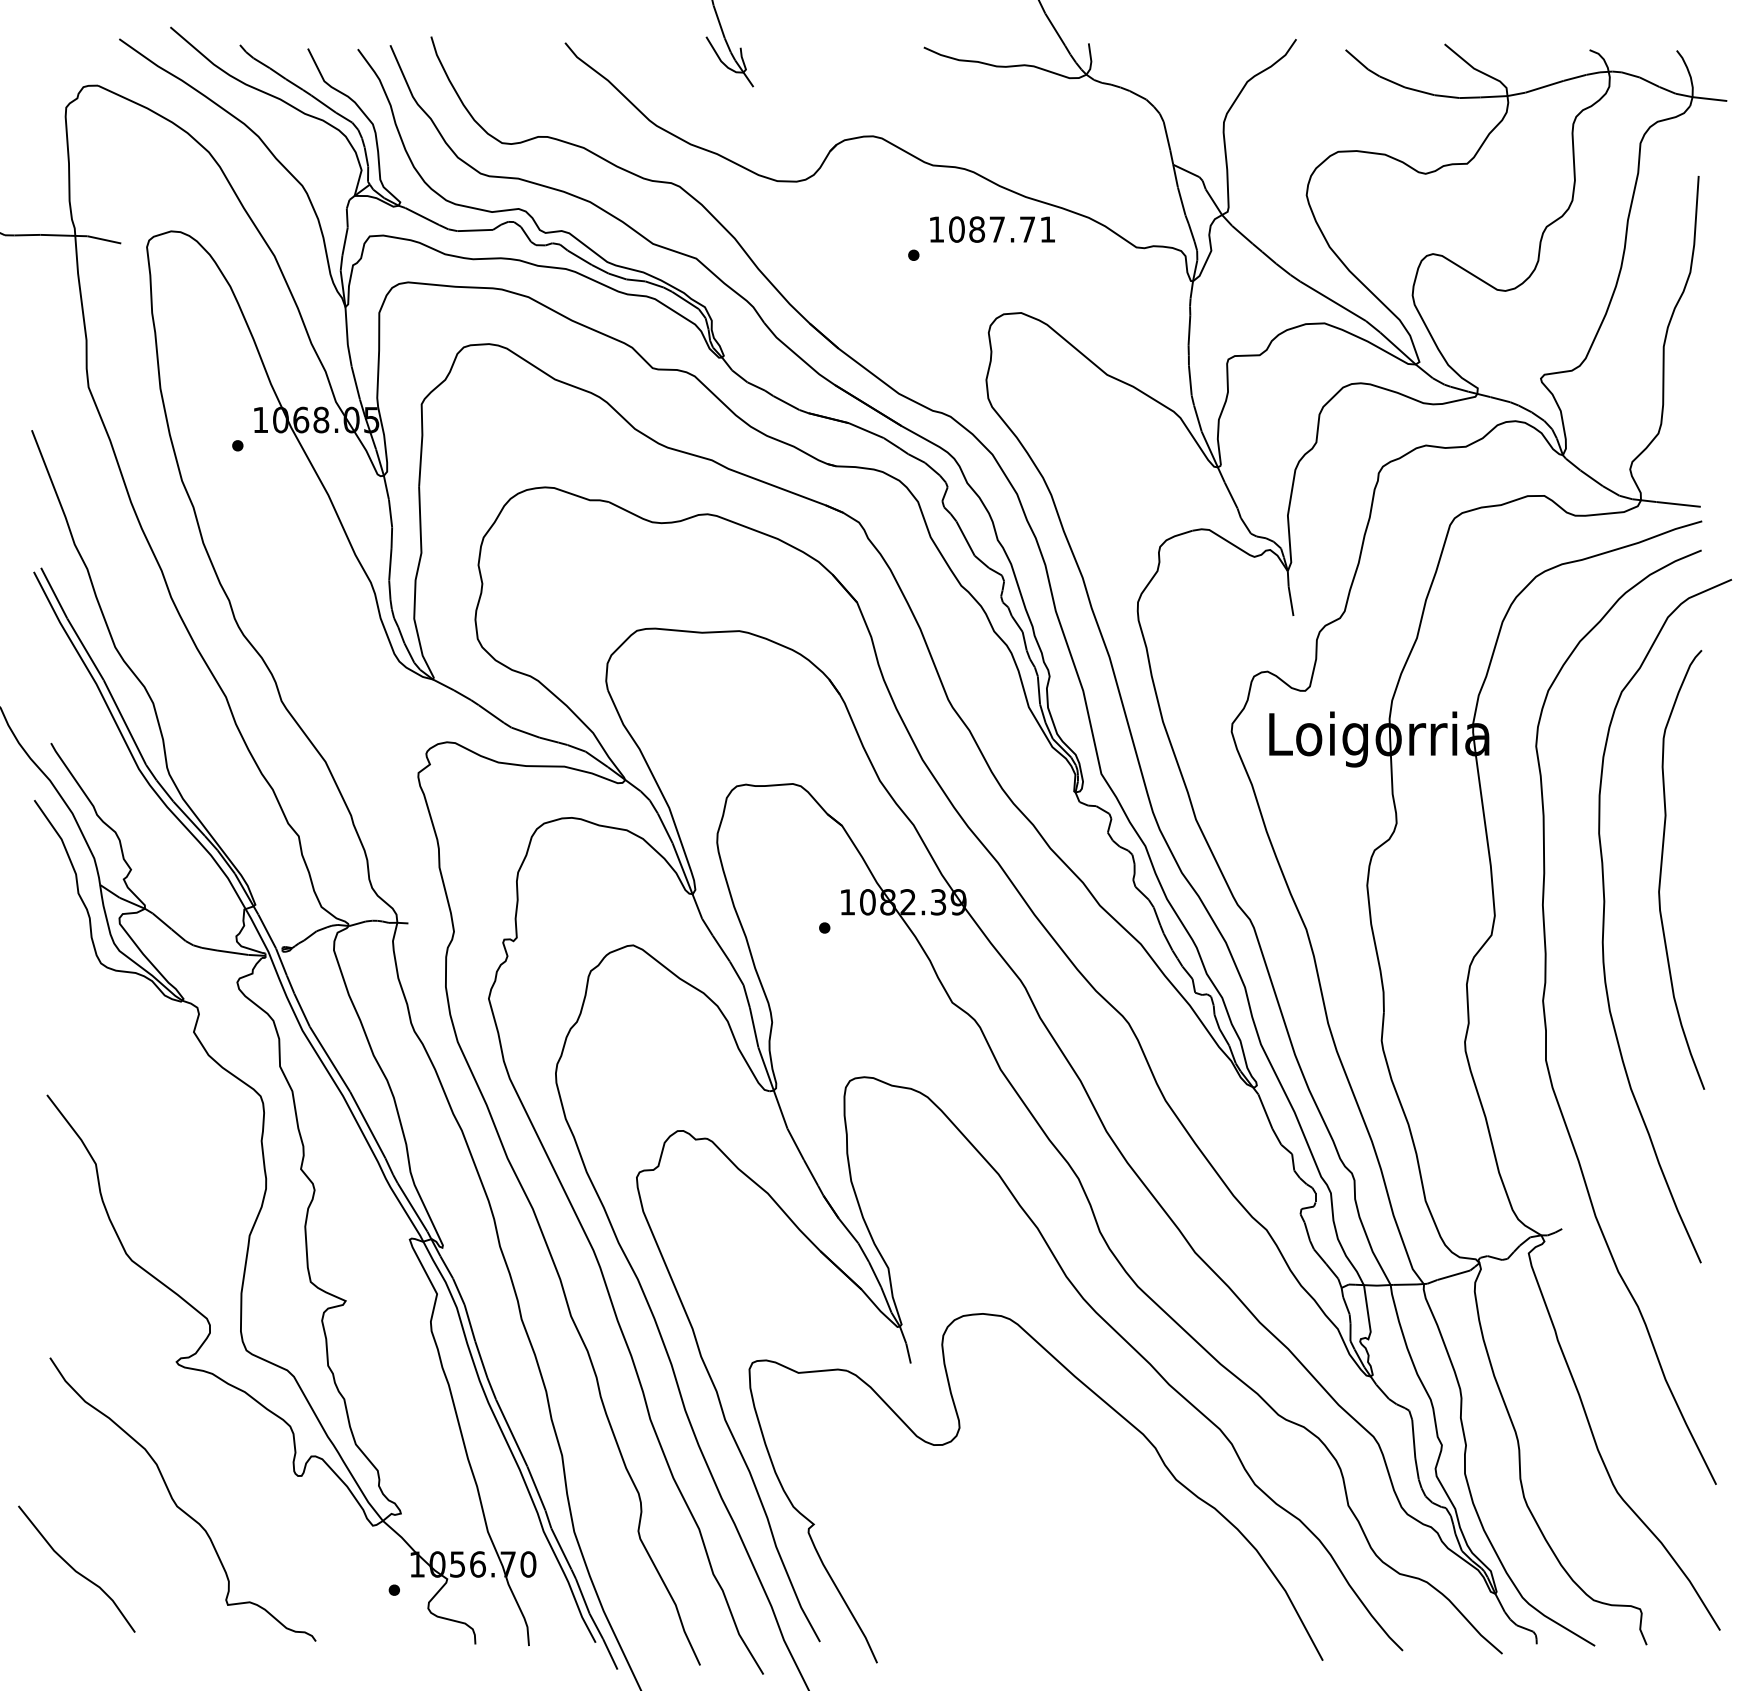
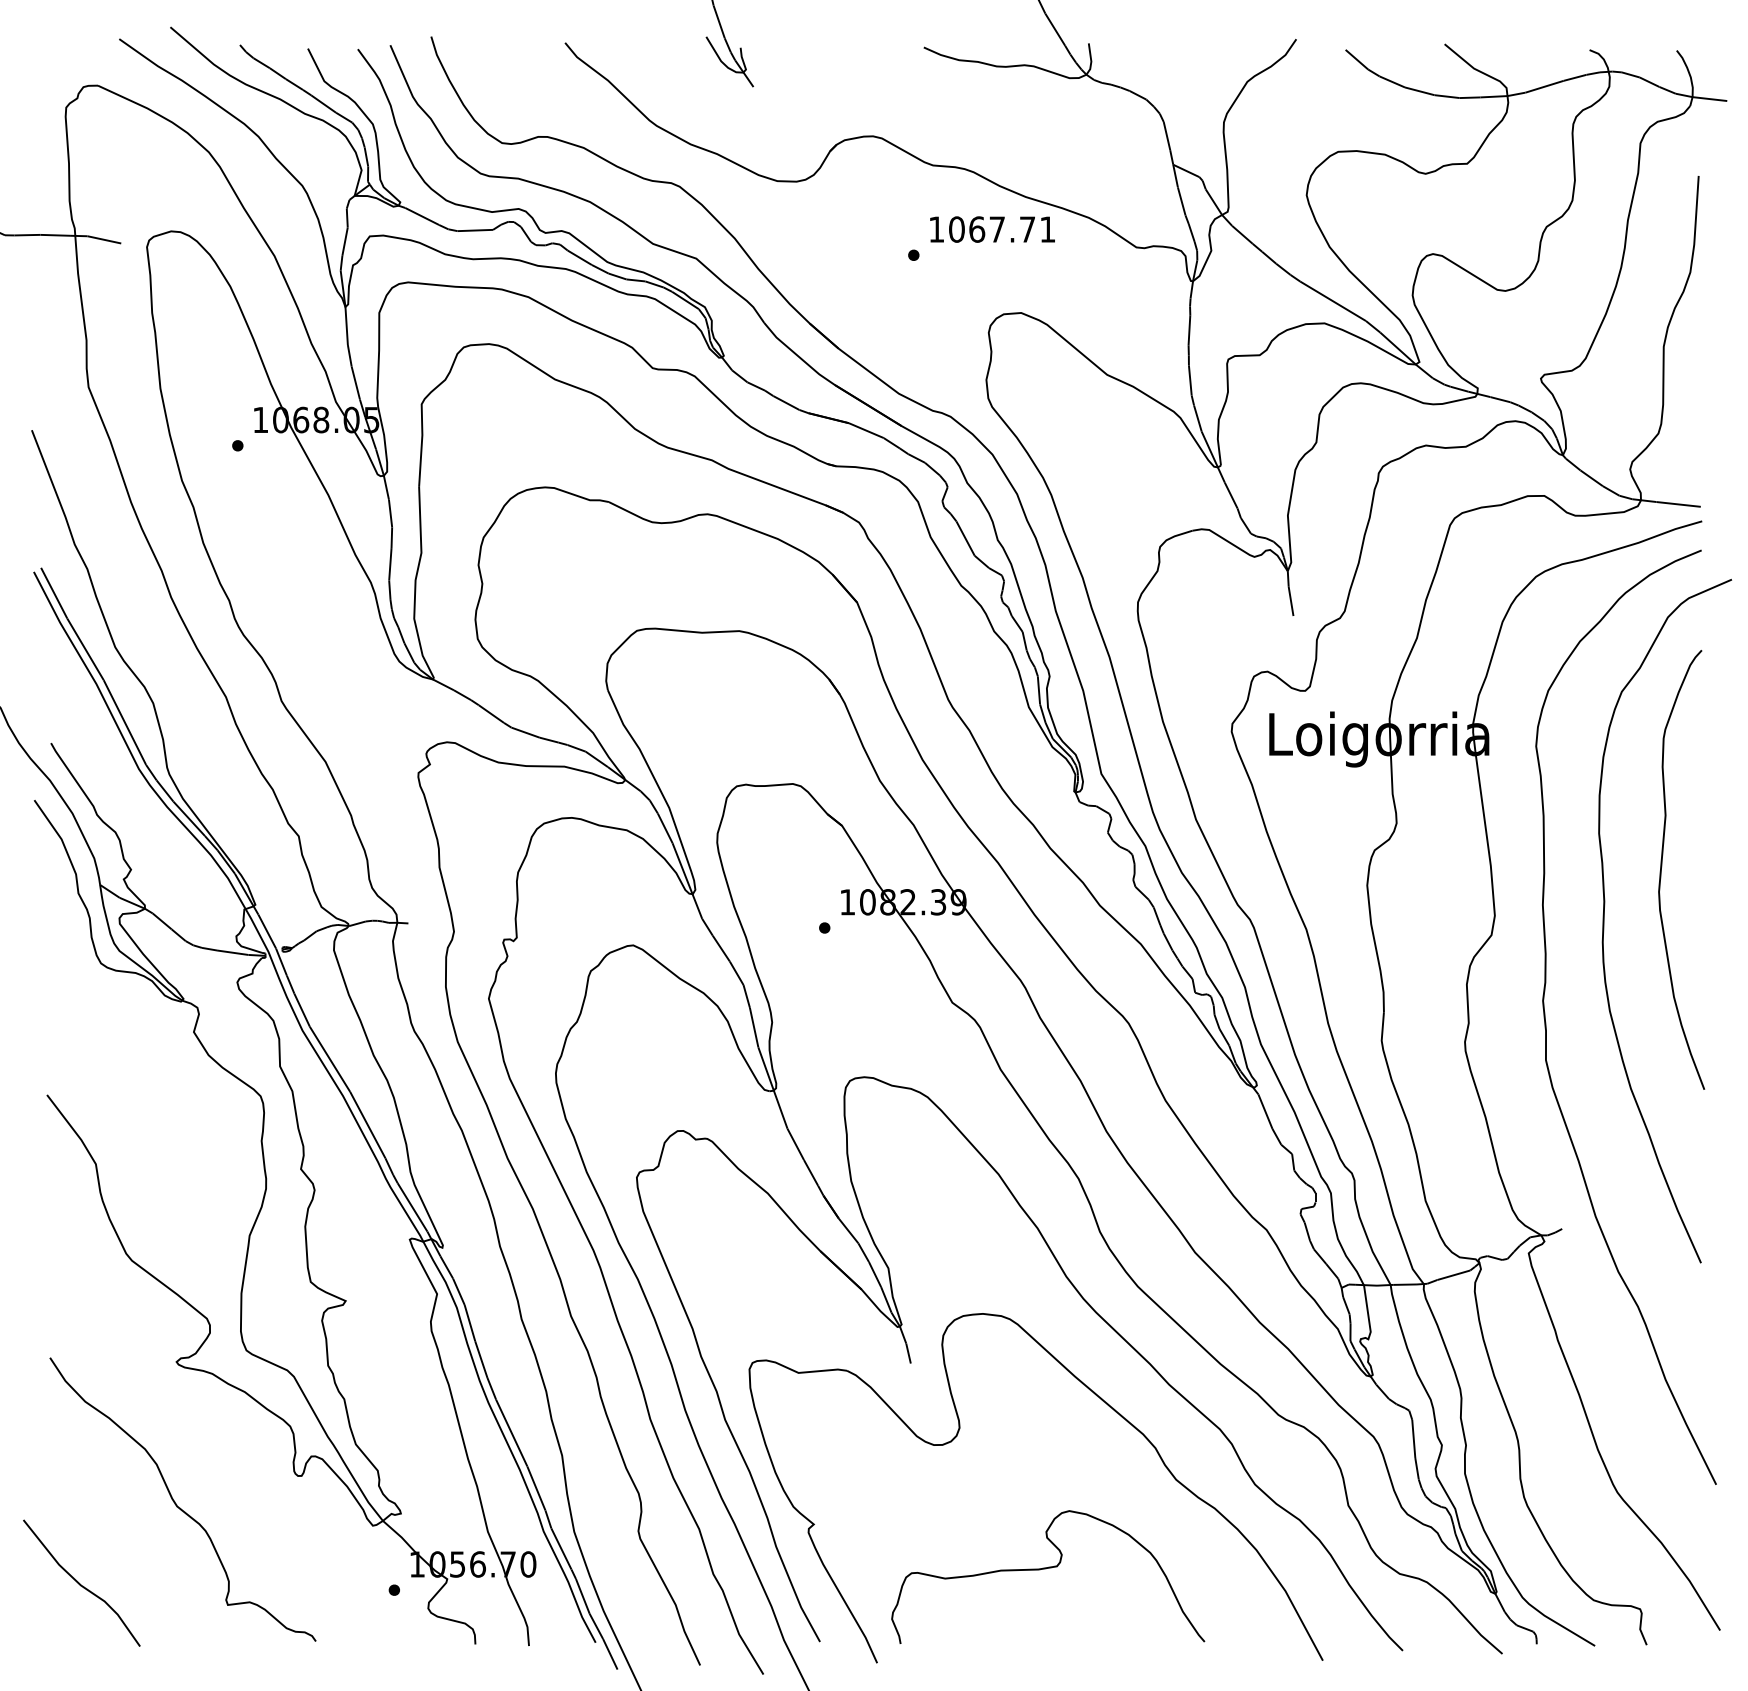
text at (977, 229): 1087.71 -> 1067.71
curve at (75, 1569) position: (75, 1569) -> (80, 1583)
curve at (1046, 1569): none -> present
